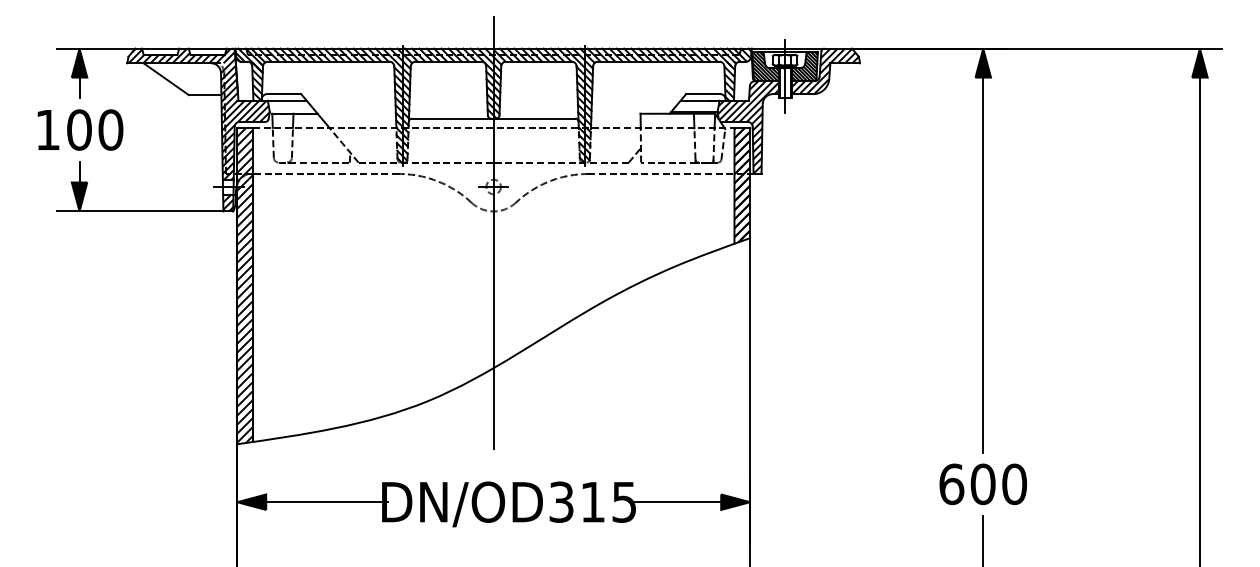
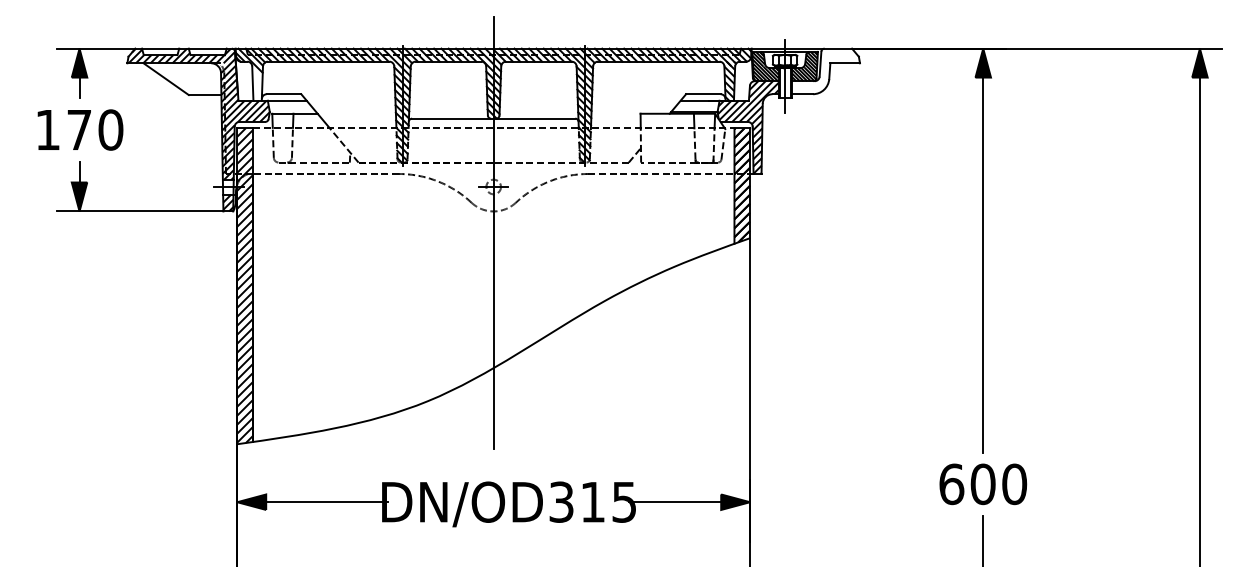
hatch at (825, 71): present -> none
hatch at (257, 80): present -> none
text at (79, 129): 100 -> 170
